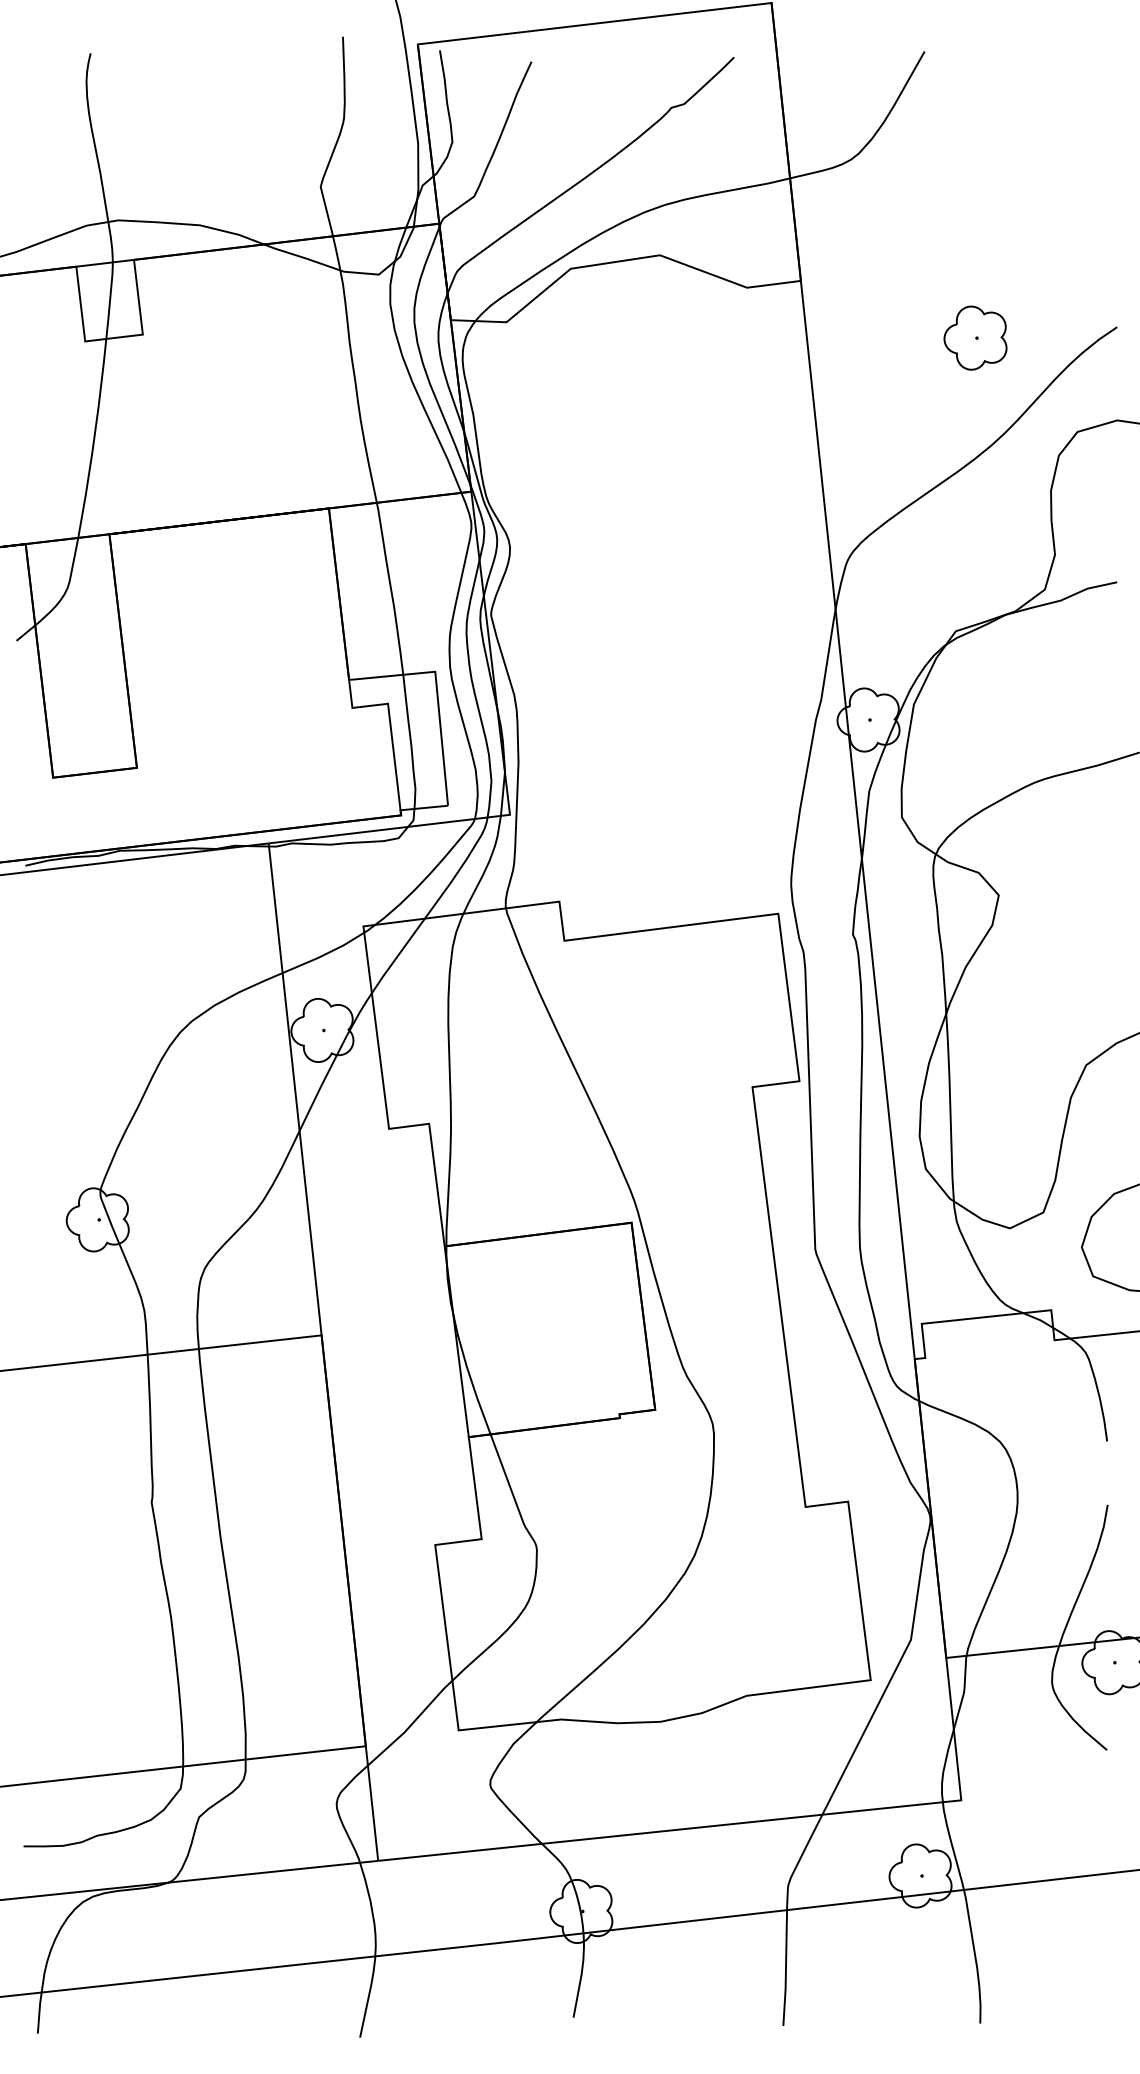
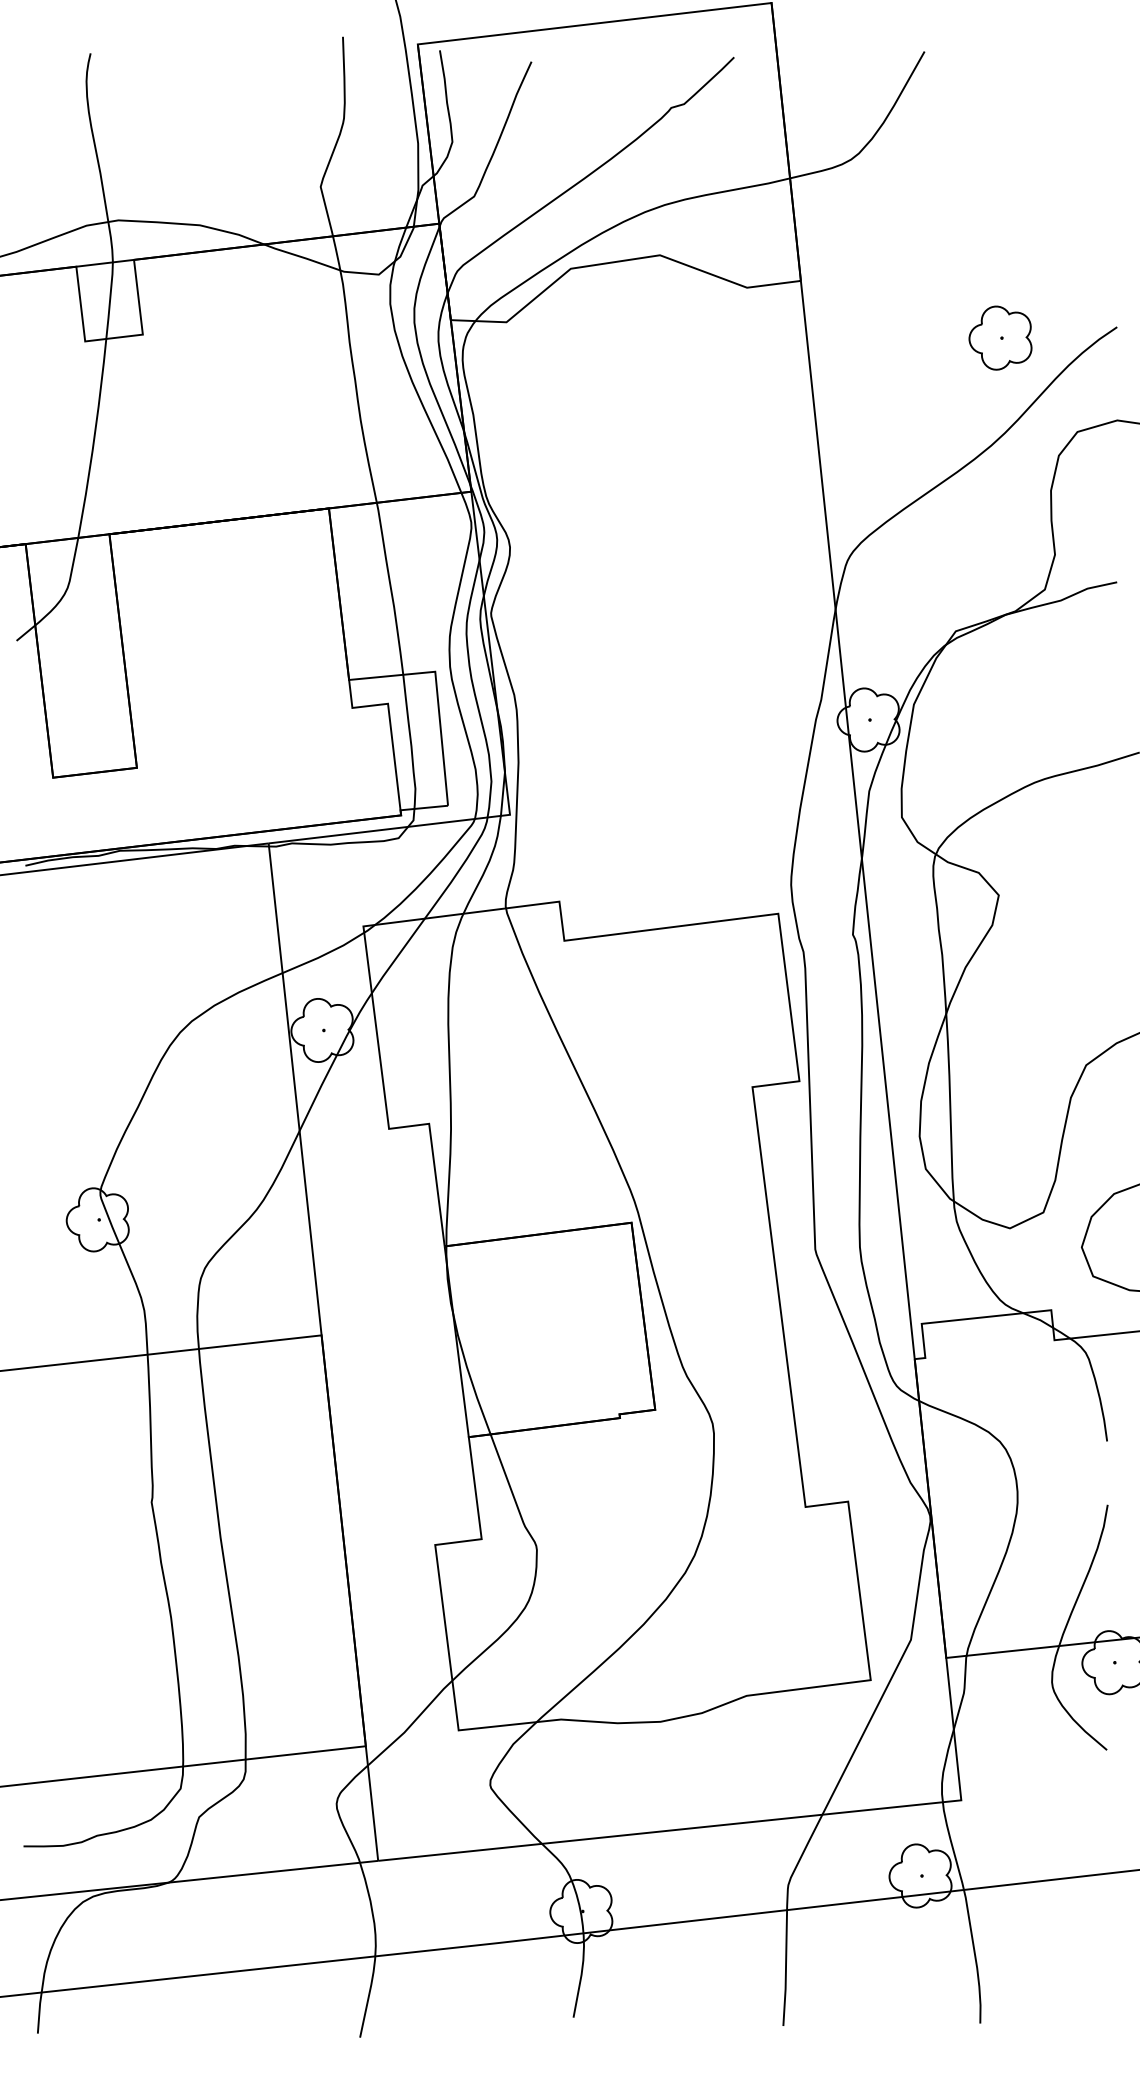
part at (975, 337) position: (975, 337) -> (1000, 337)
